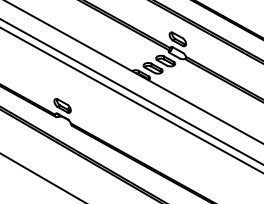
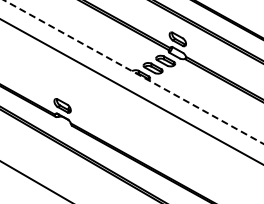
line at (133, 72): solid -> dashed
line at (131, 99): present -> none
line at (41, 177) position: (41, 177) -> (35, 181)
